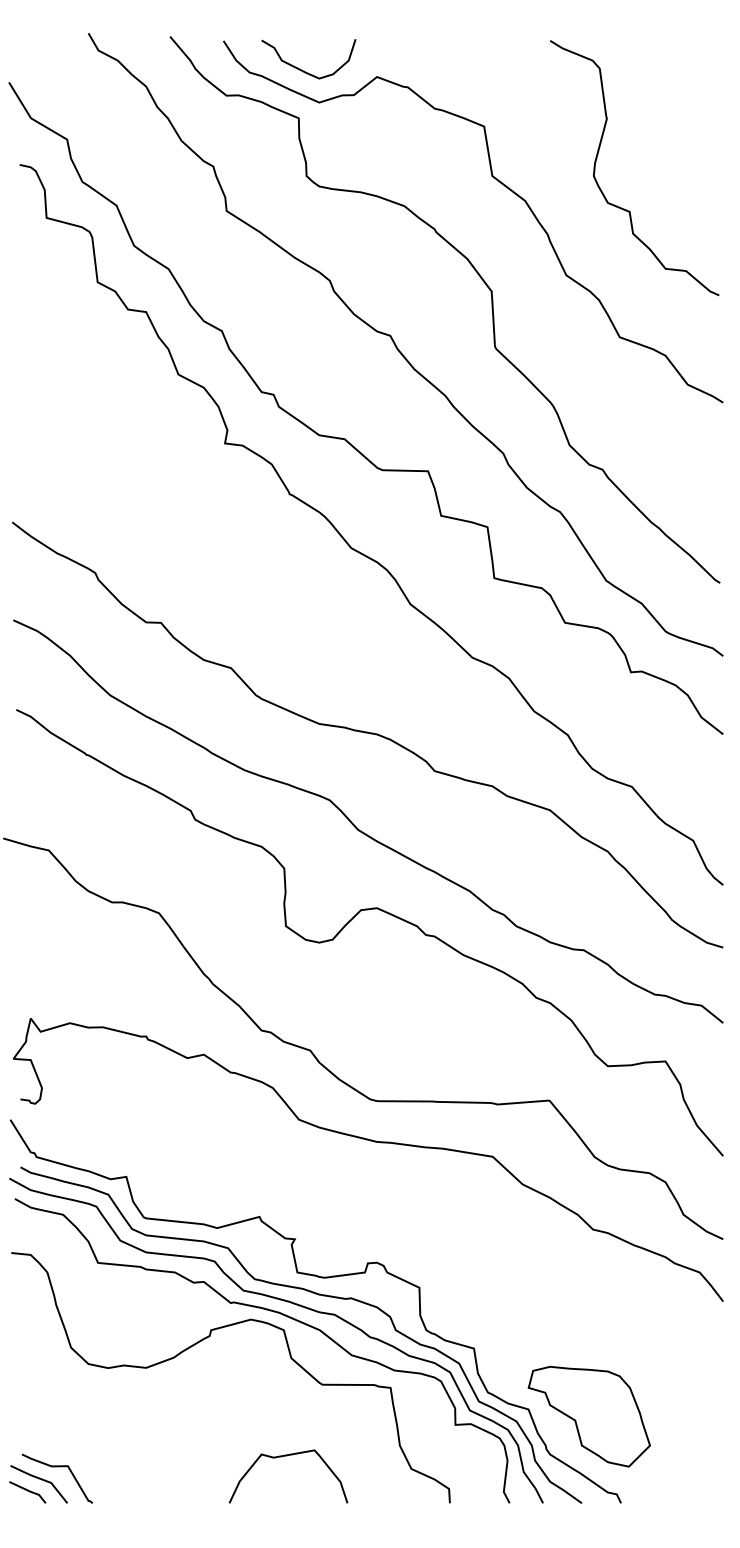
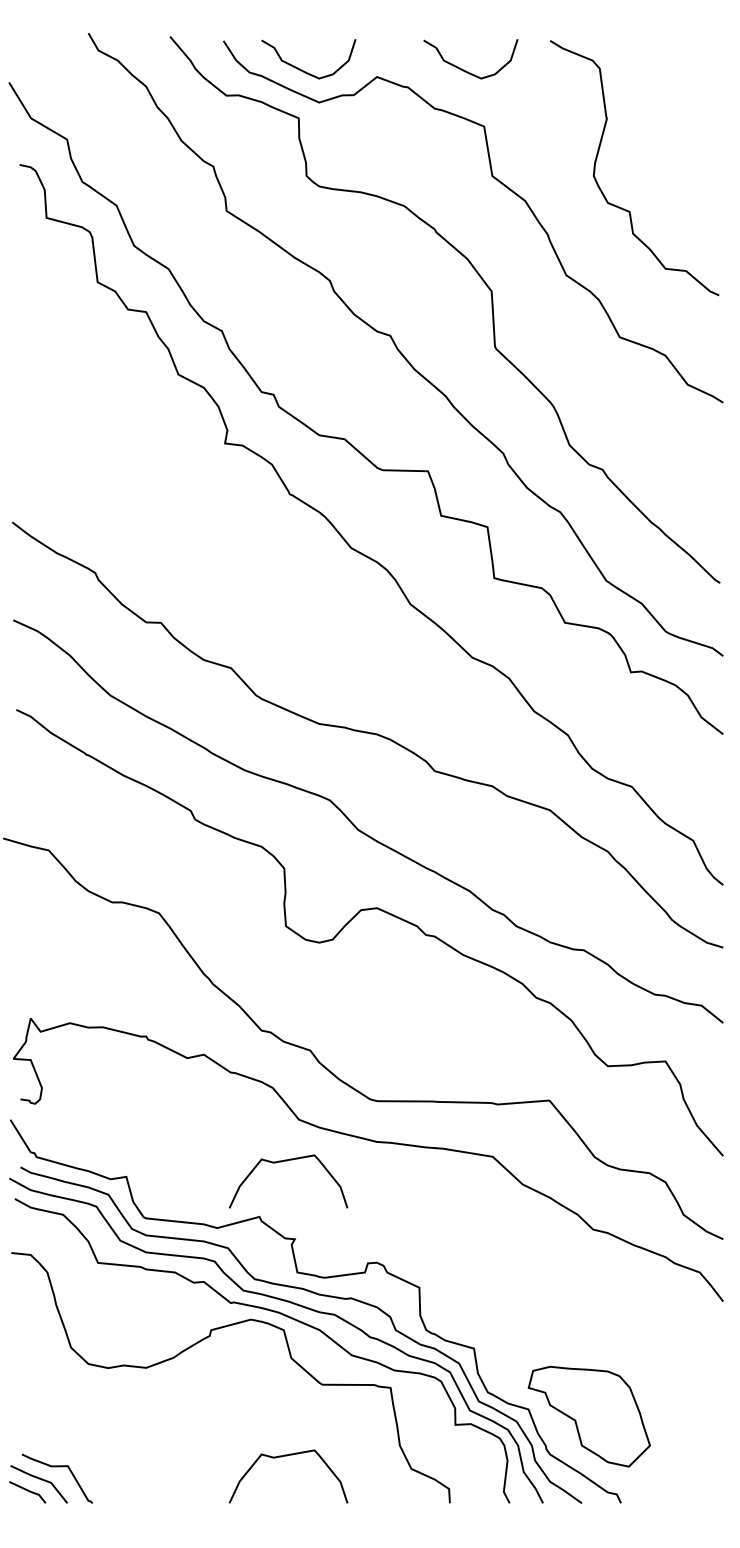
curve at (464, 69): none -> present
curve at (287, 1161): none -> present
